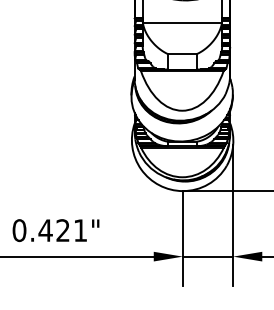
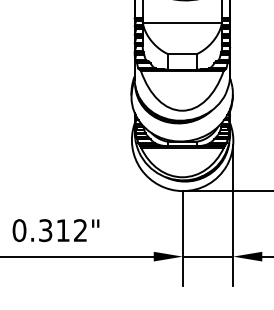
text at (62, 230): 0.421" -> 0.312"
